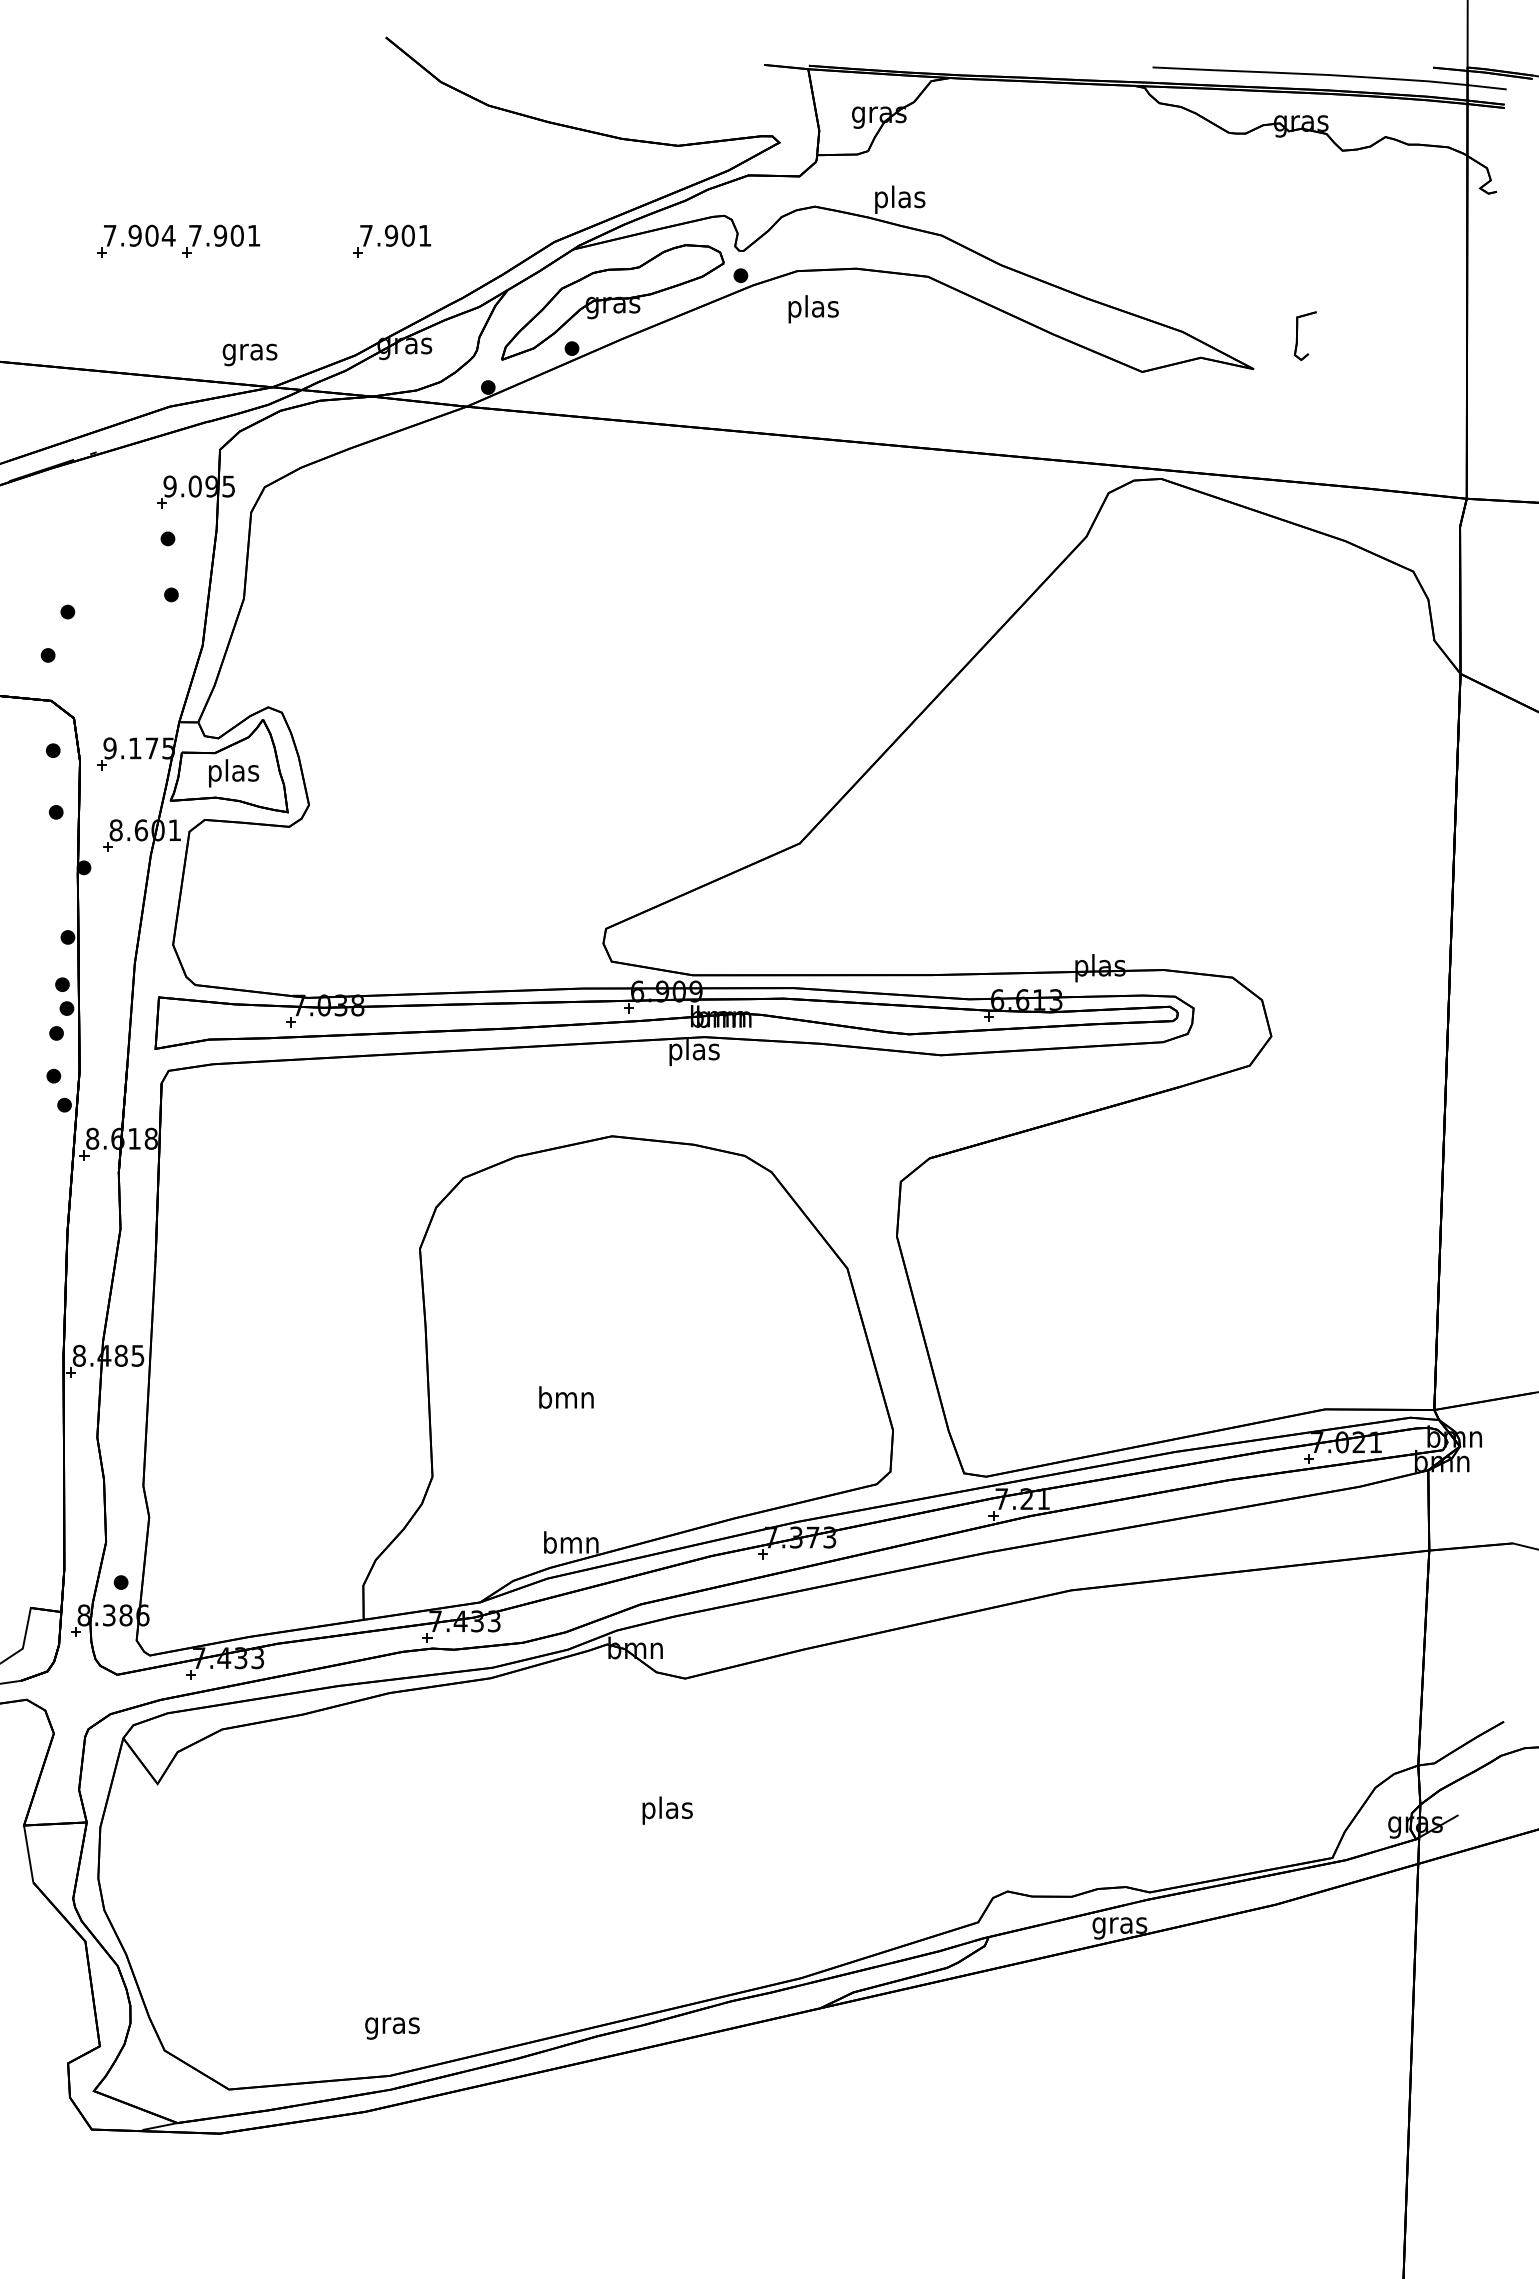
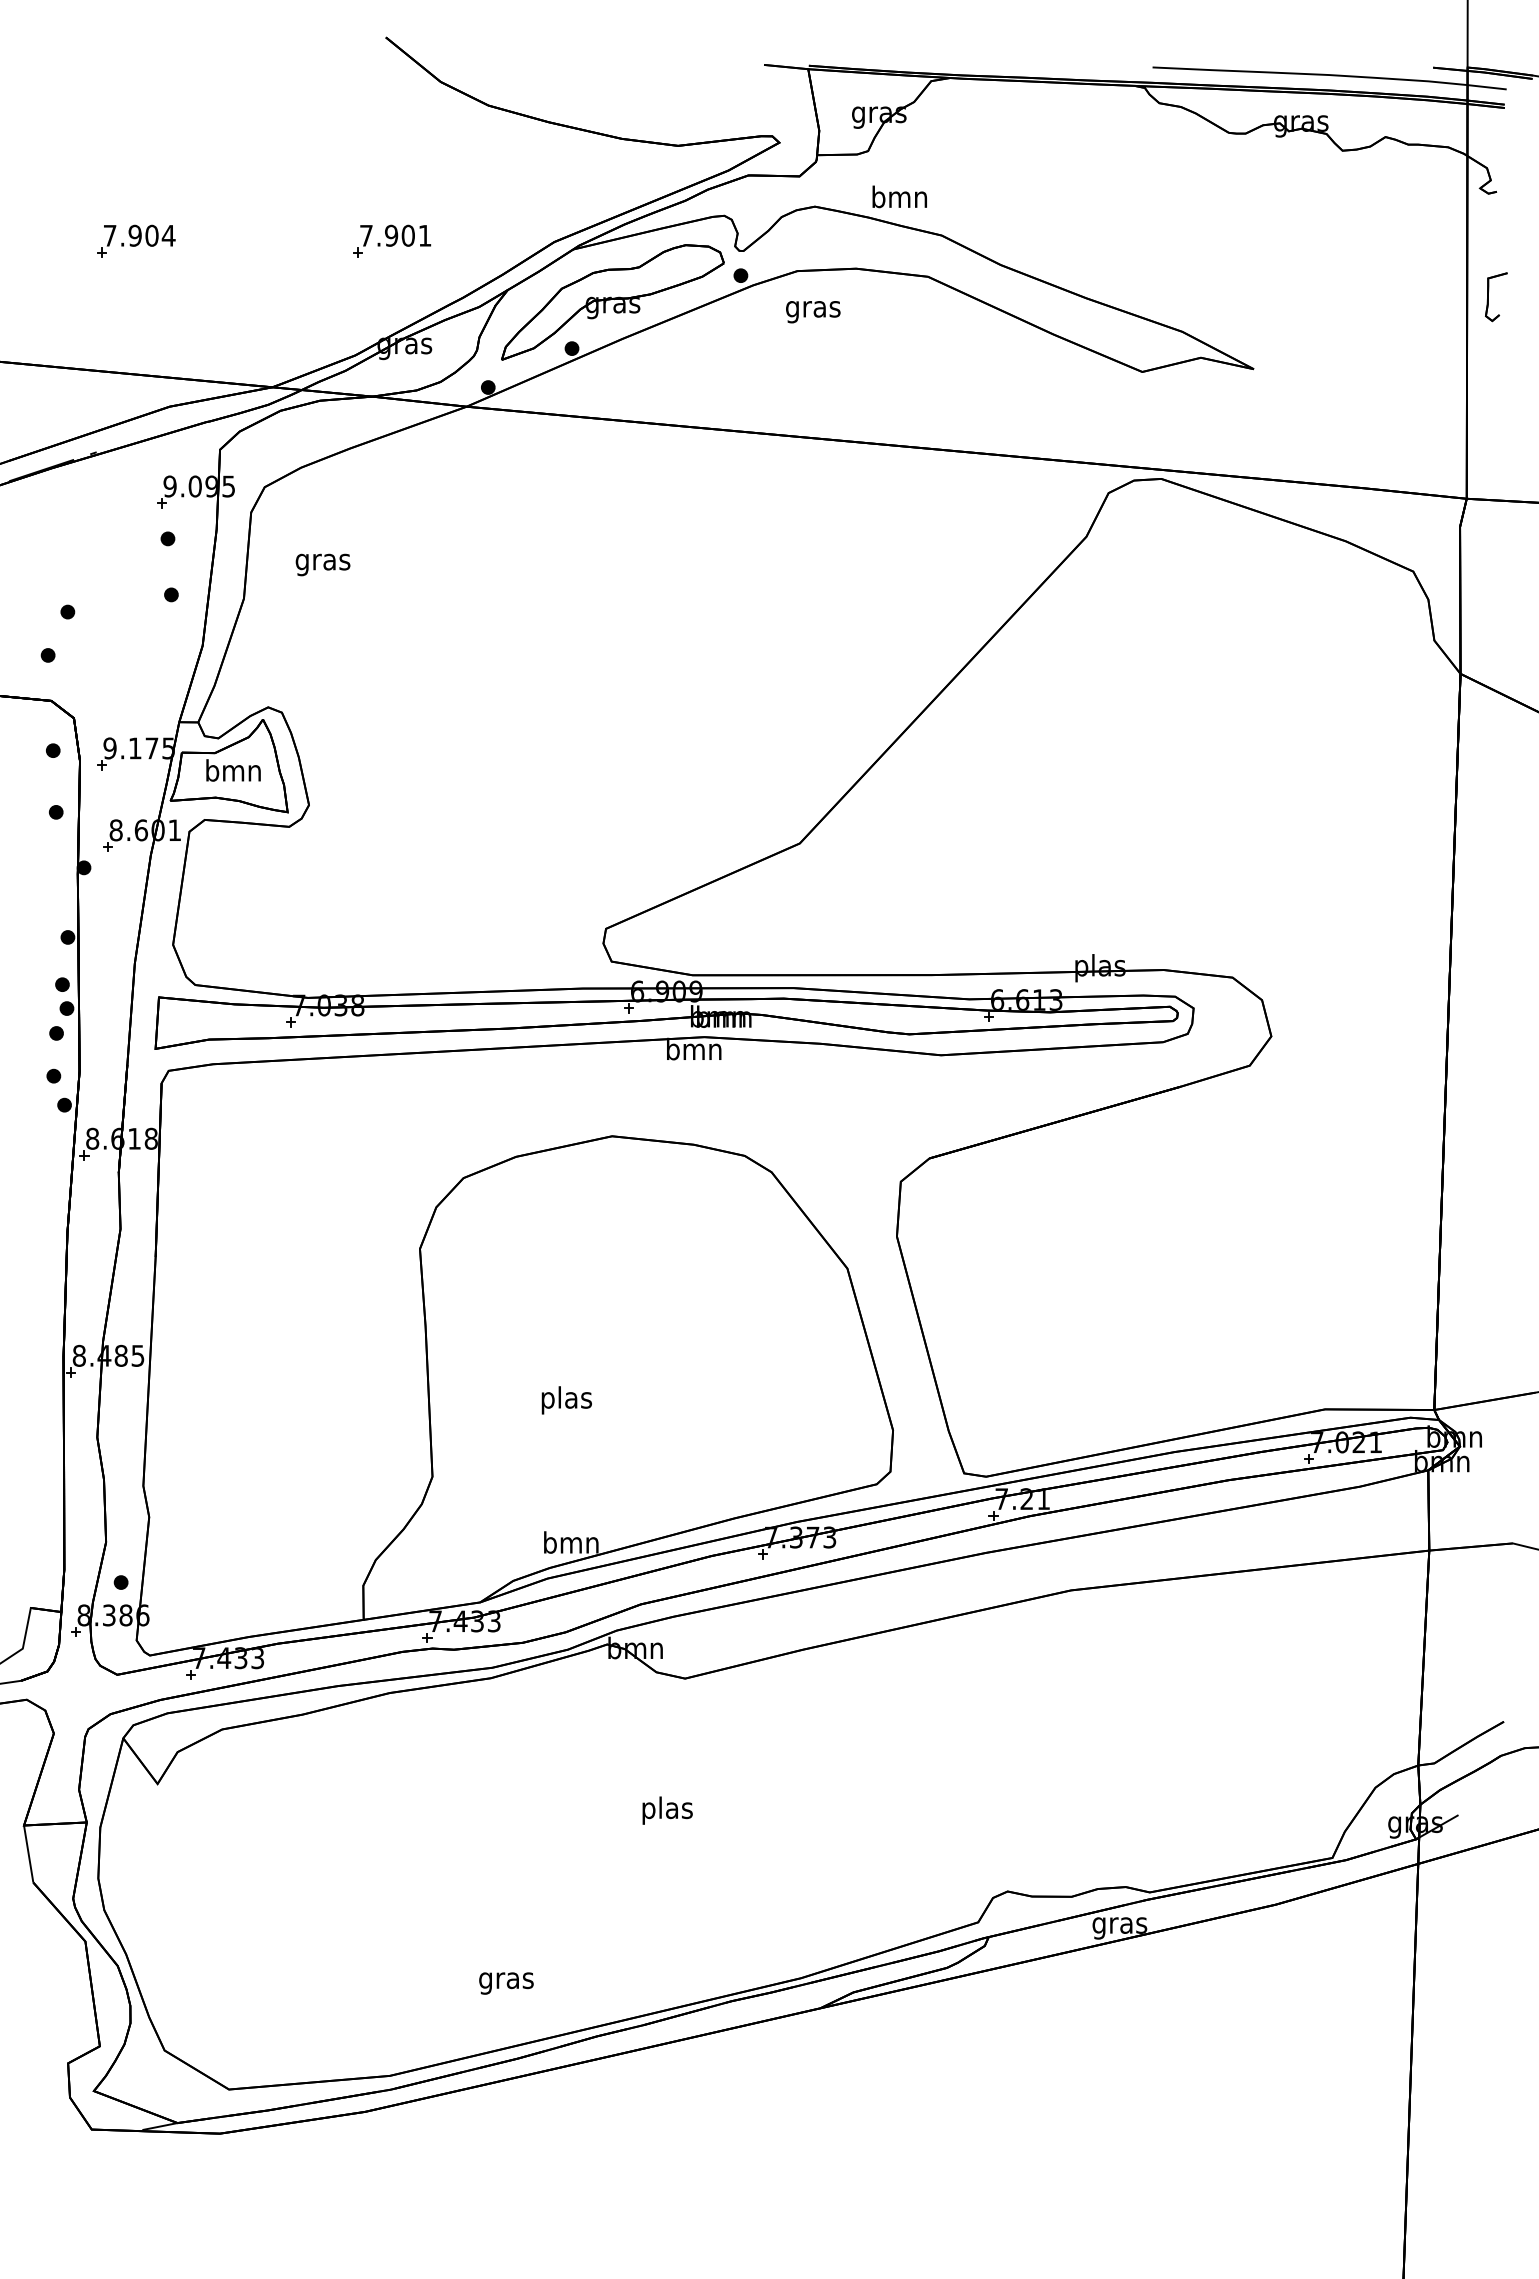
text at (899, 199): plas -> bmn
part at (221, 240): present -> none
text at (813, 309): plas -> gras
part at (1297, 336) position: (1297, 336) -> (1488, 297)
text at (249, 354) position: (249, 354) -> (322, 564)
text at (233, 773): plas -> bmn
text at (694, 1051): plas -> bmn
text at (566, 1400): bmn -> plas
text at (392, 2028) position: (392, 2028) -> (506, 1983)
